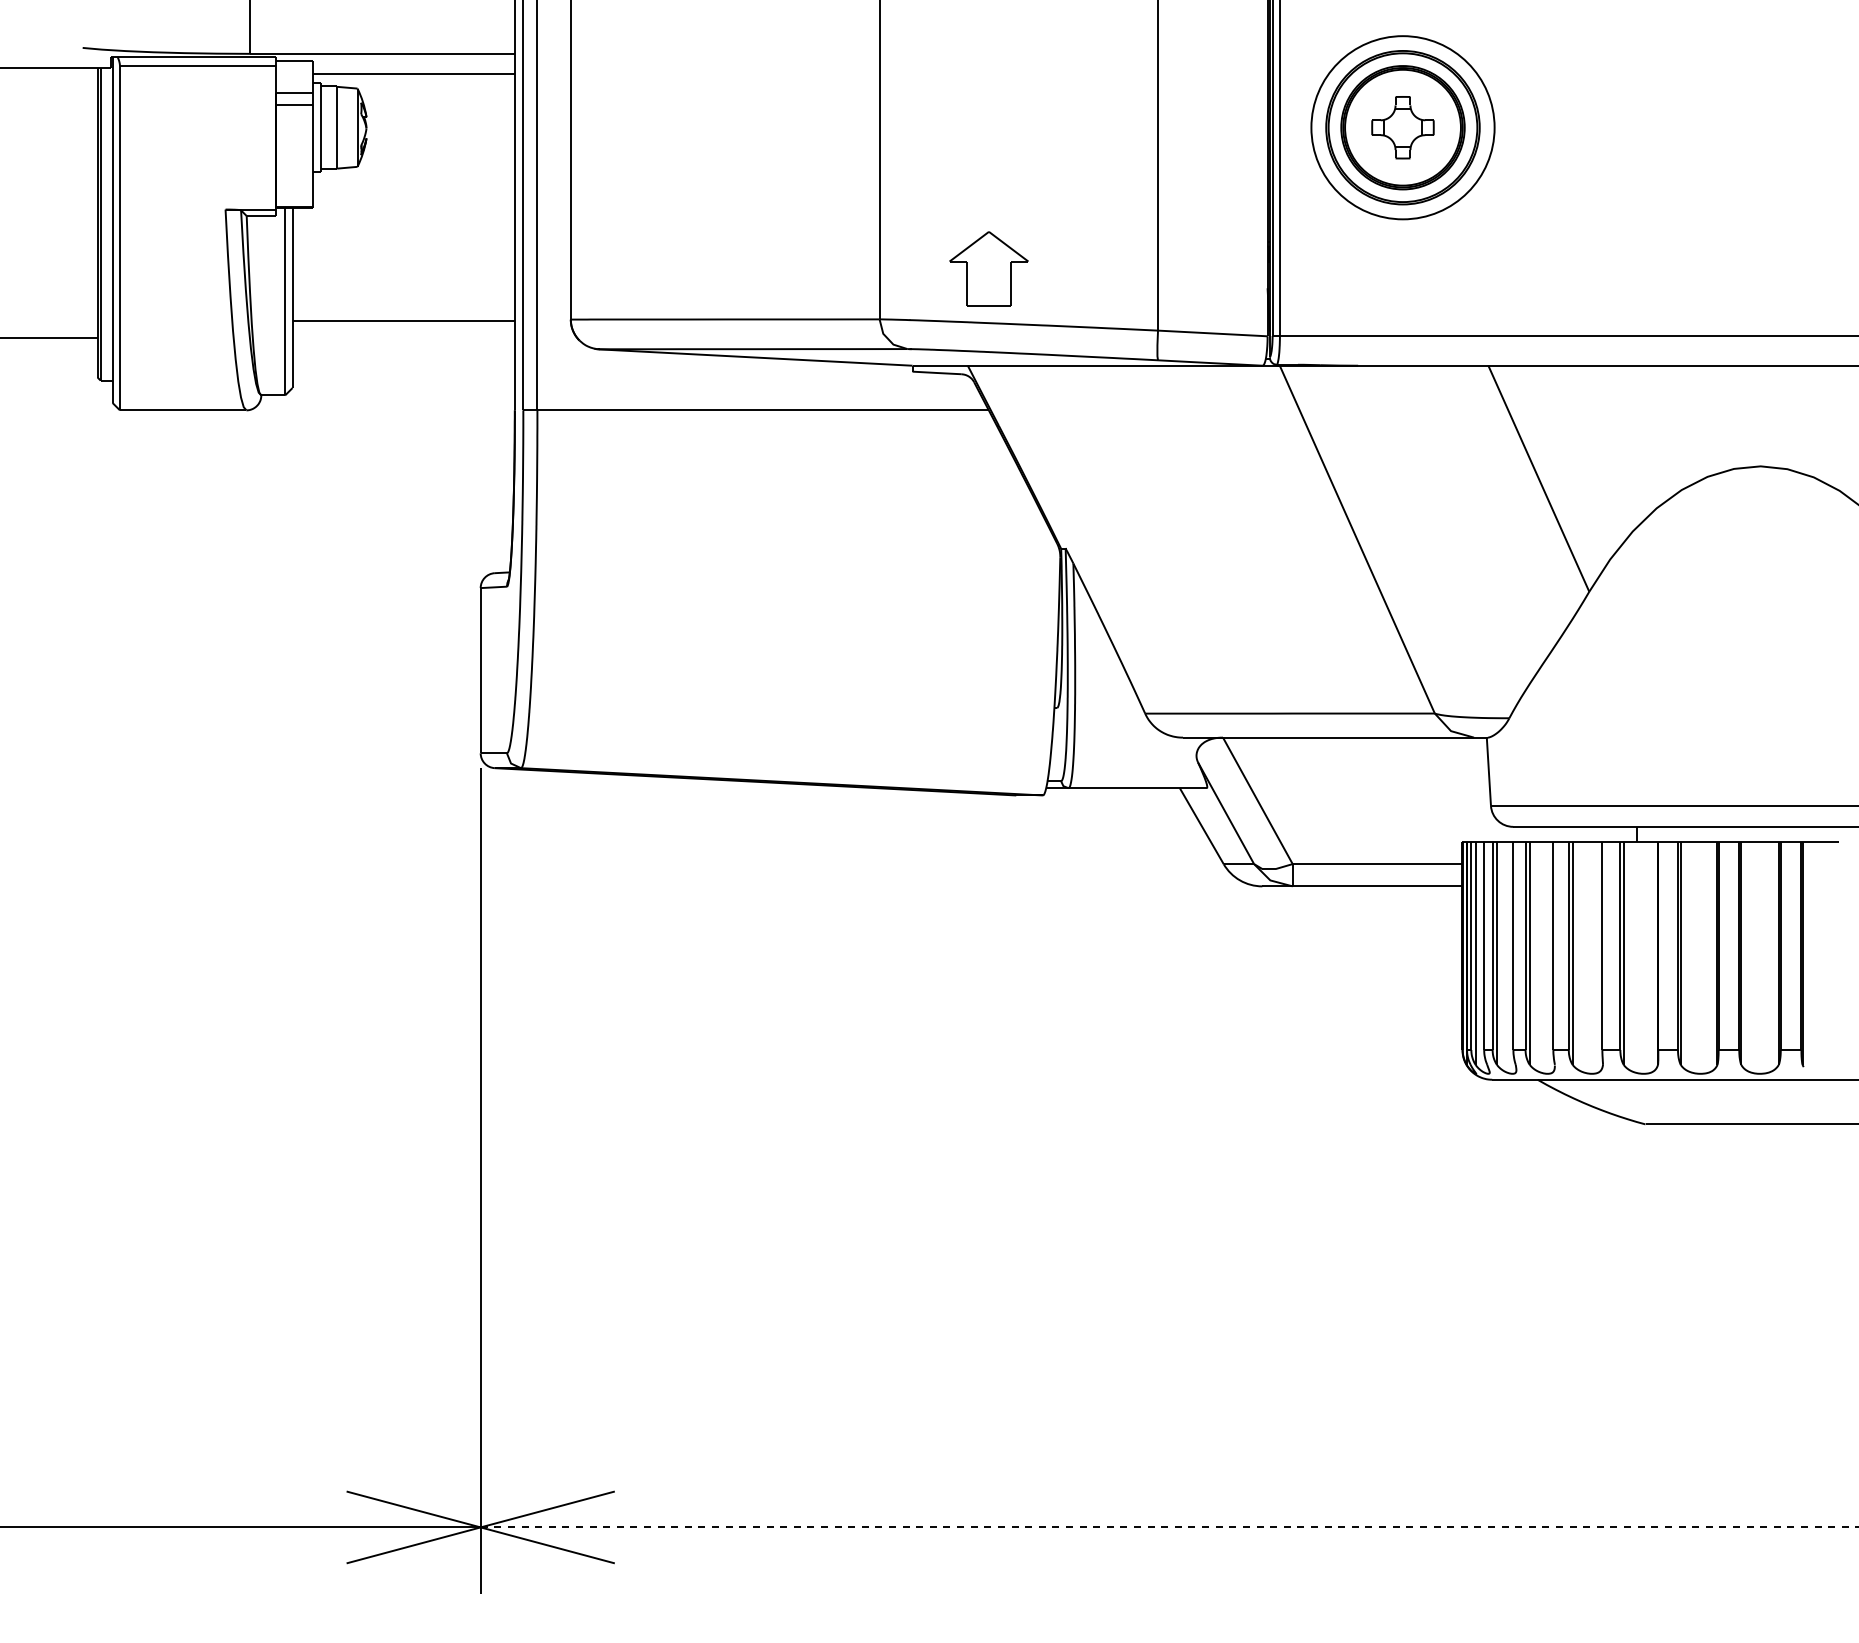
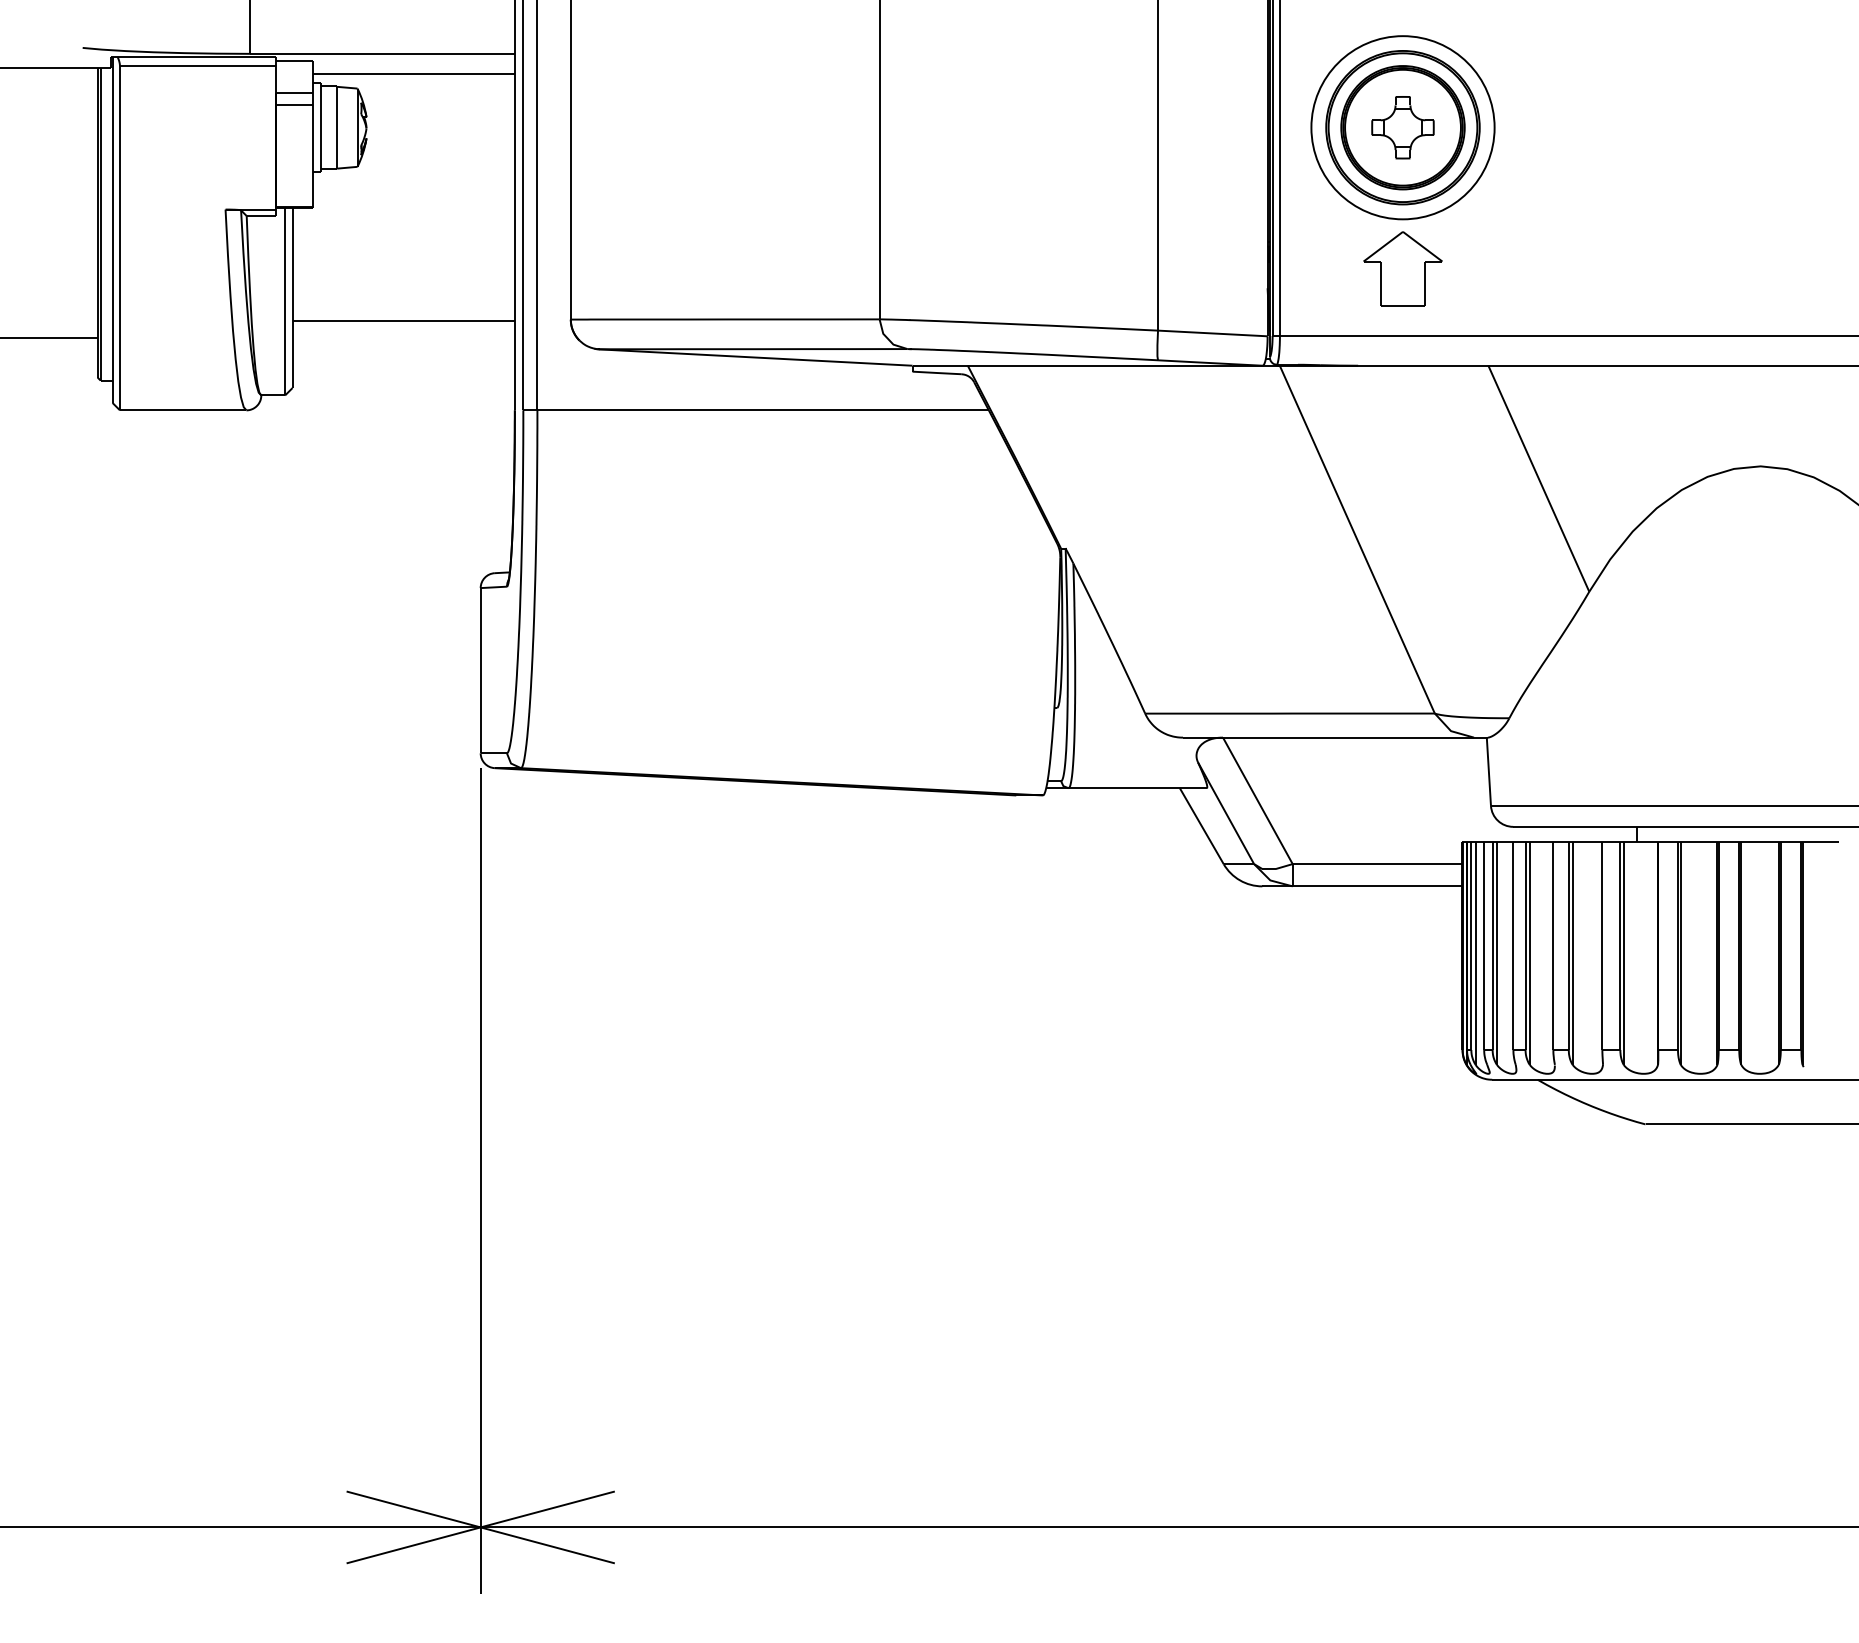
part at (988, 268) position: (988, 268) -> (1402, 268)
line at (1169, 1527): dashed -> solid
